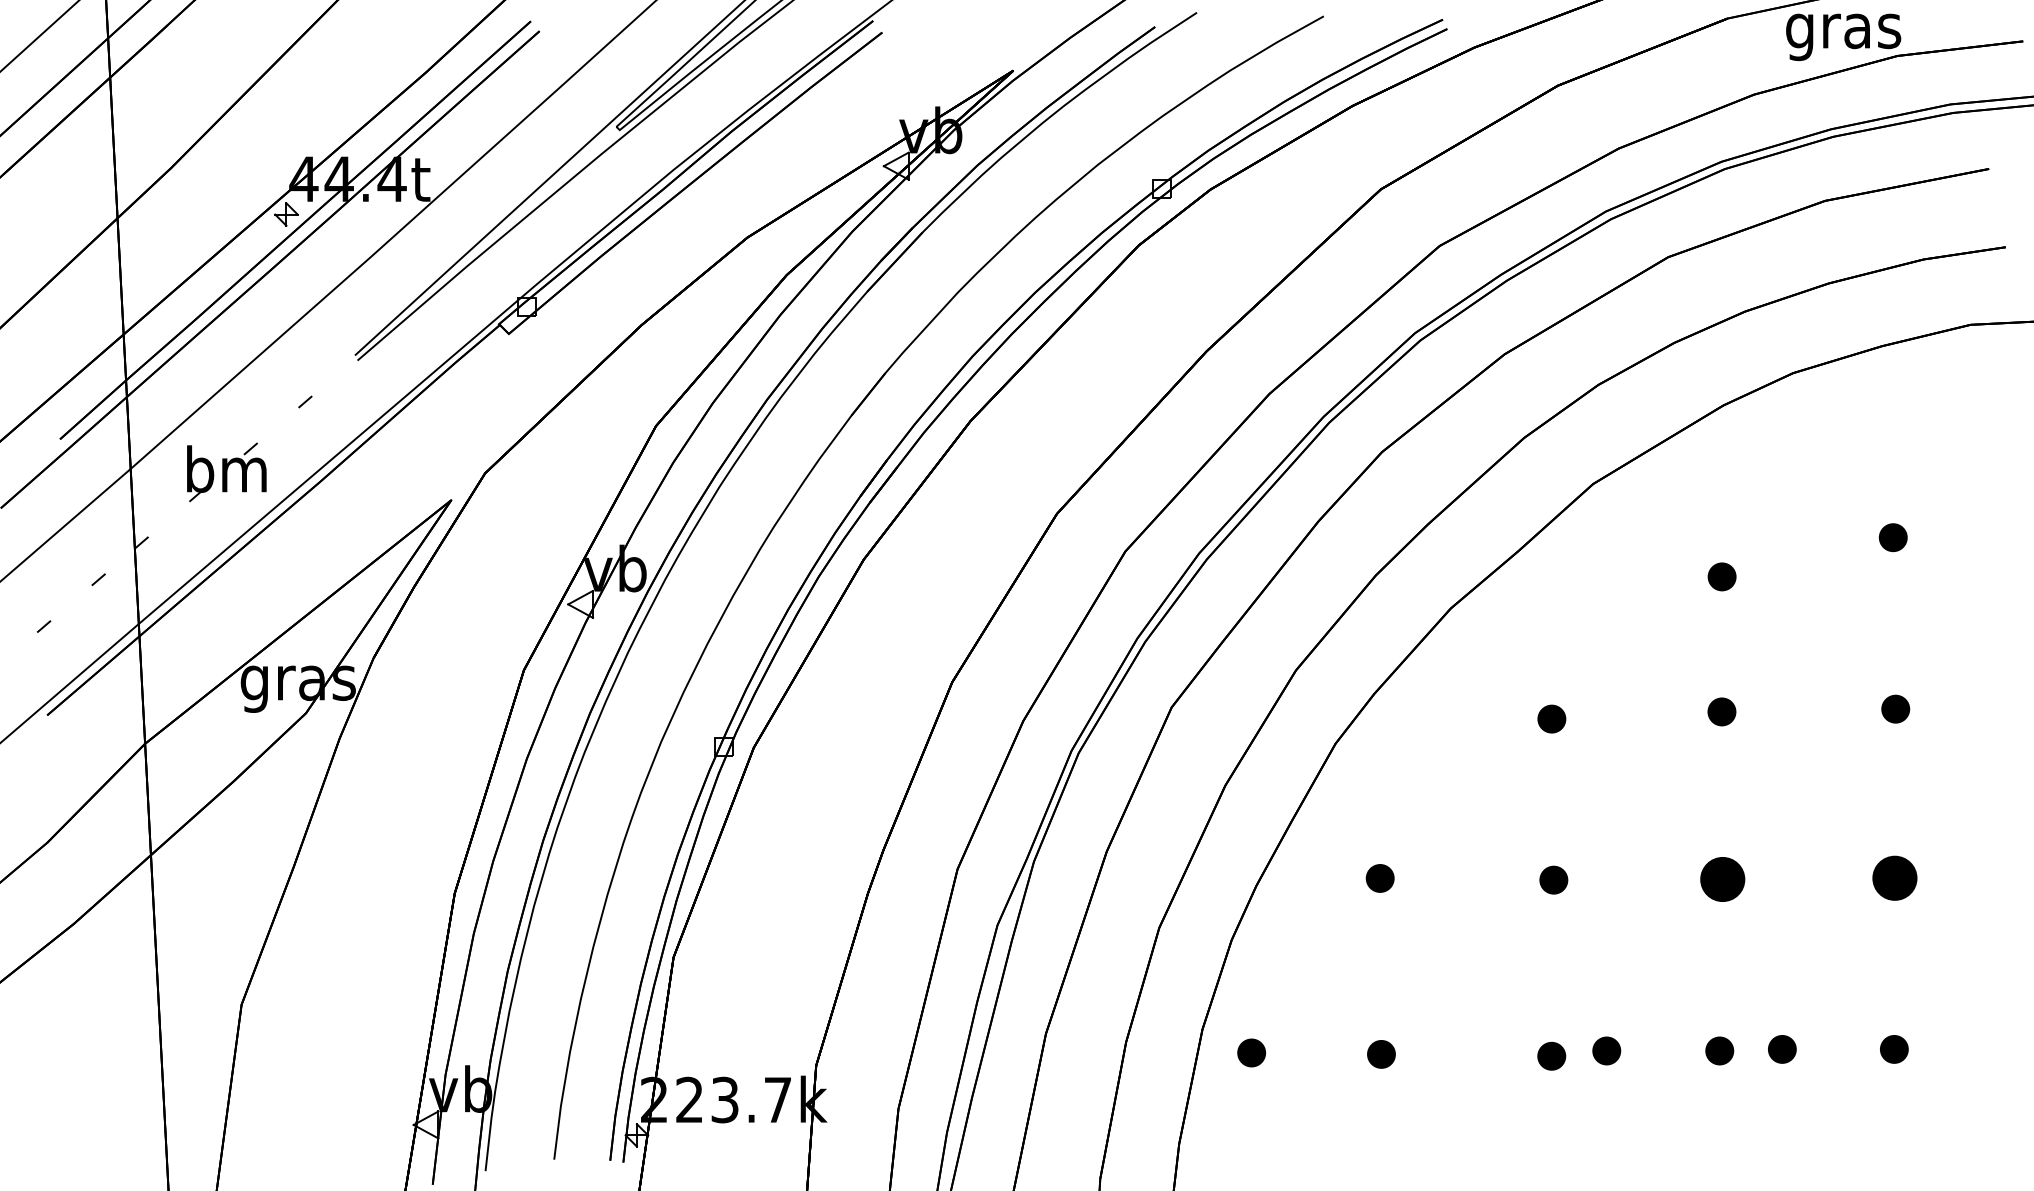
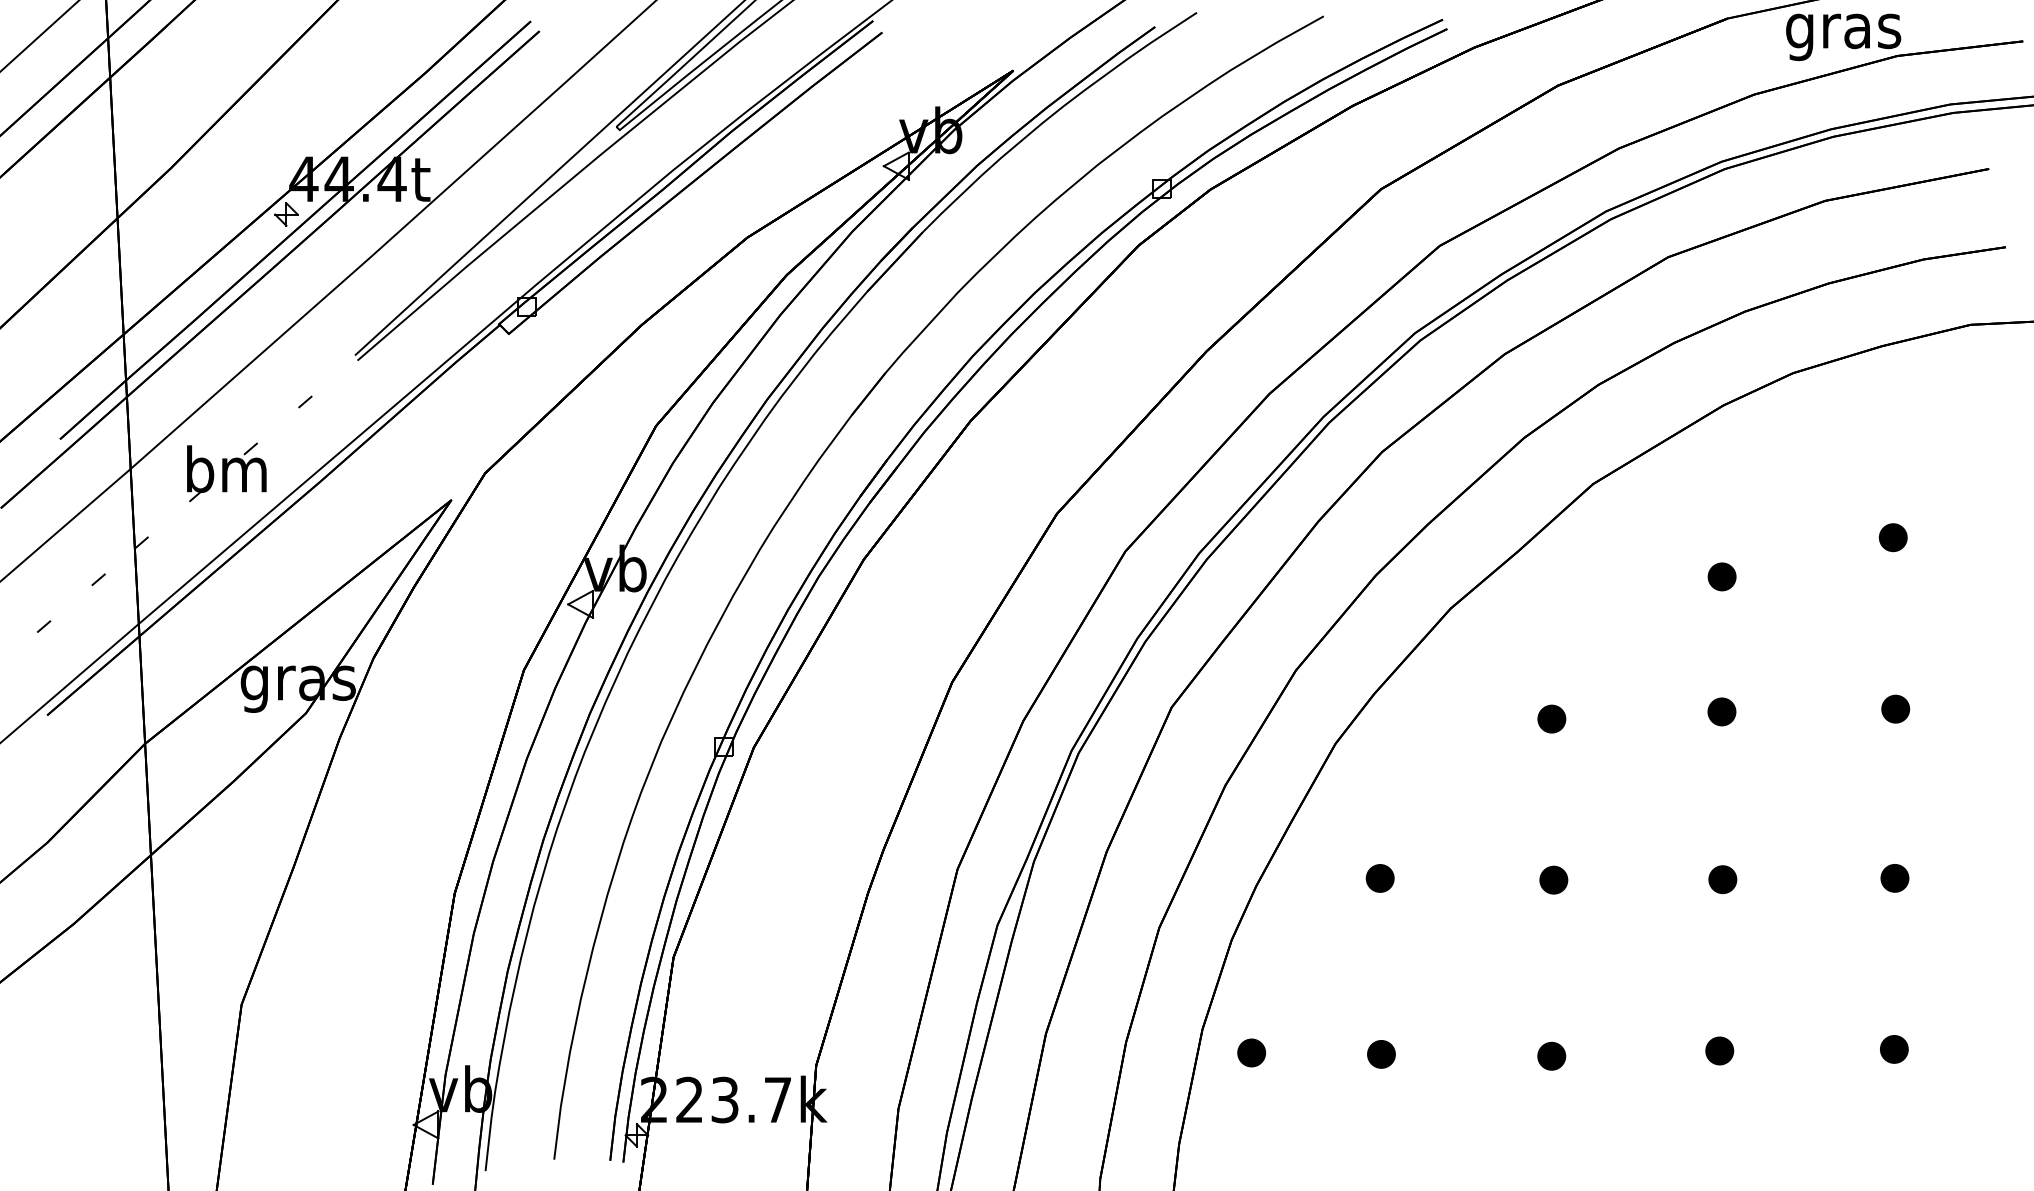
part at (1894, 877) size: 46x46 px -> 30x29 px
part at (1722, 879) size: 46x45 px -> 30x30 px
part at (1782, 1049): present -> none
part at (1606, 1050): present -> none
